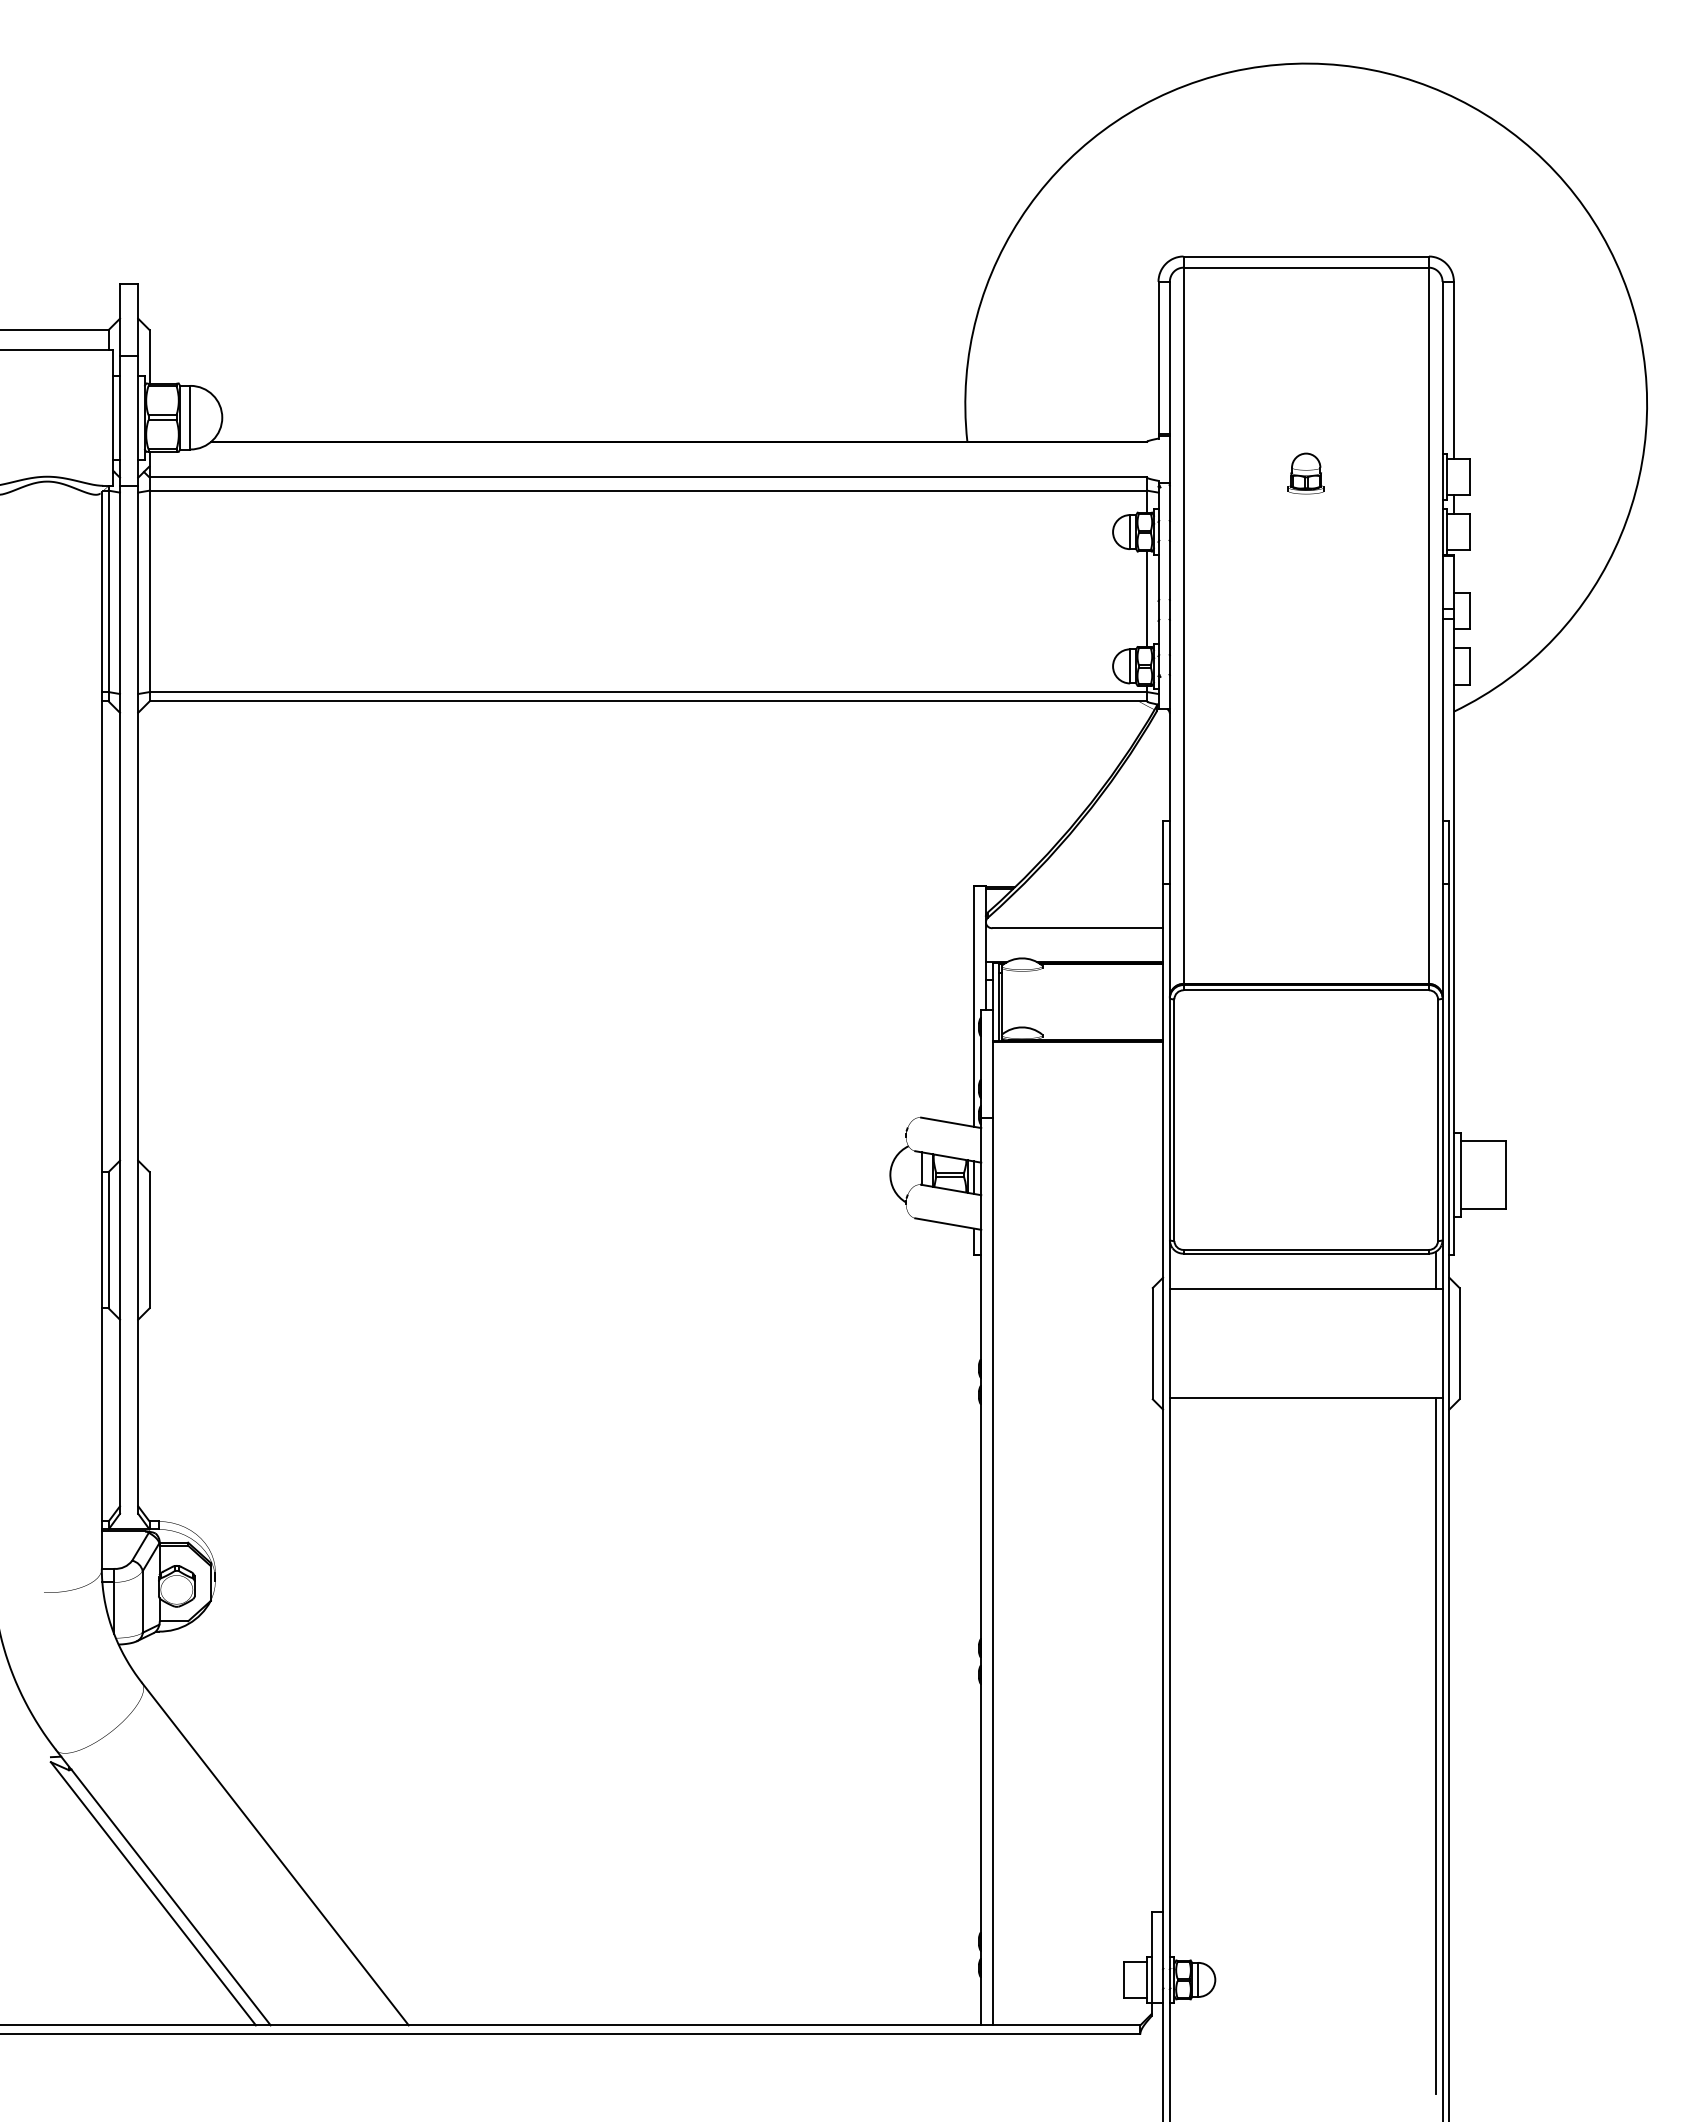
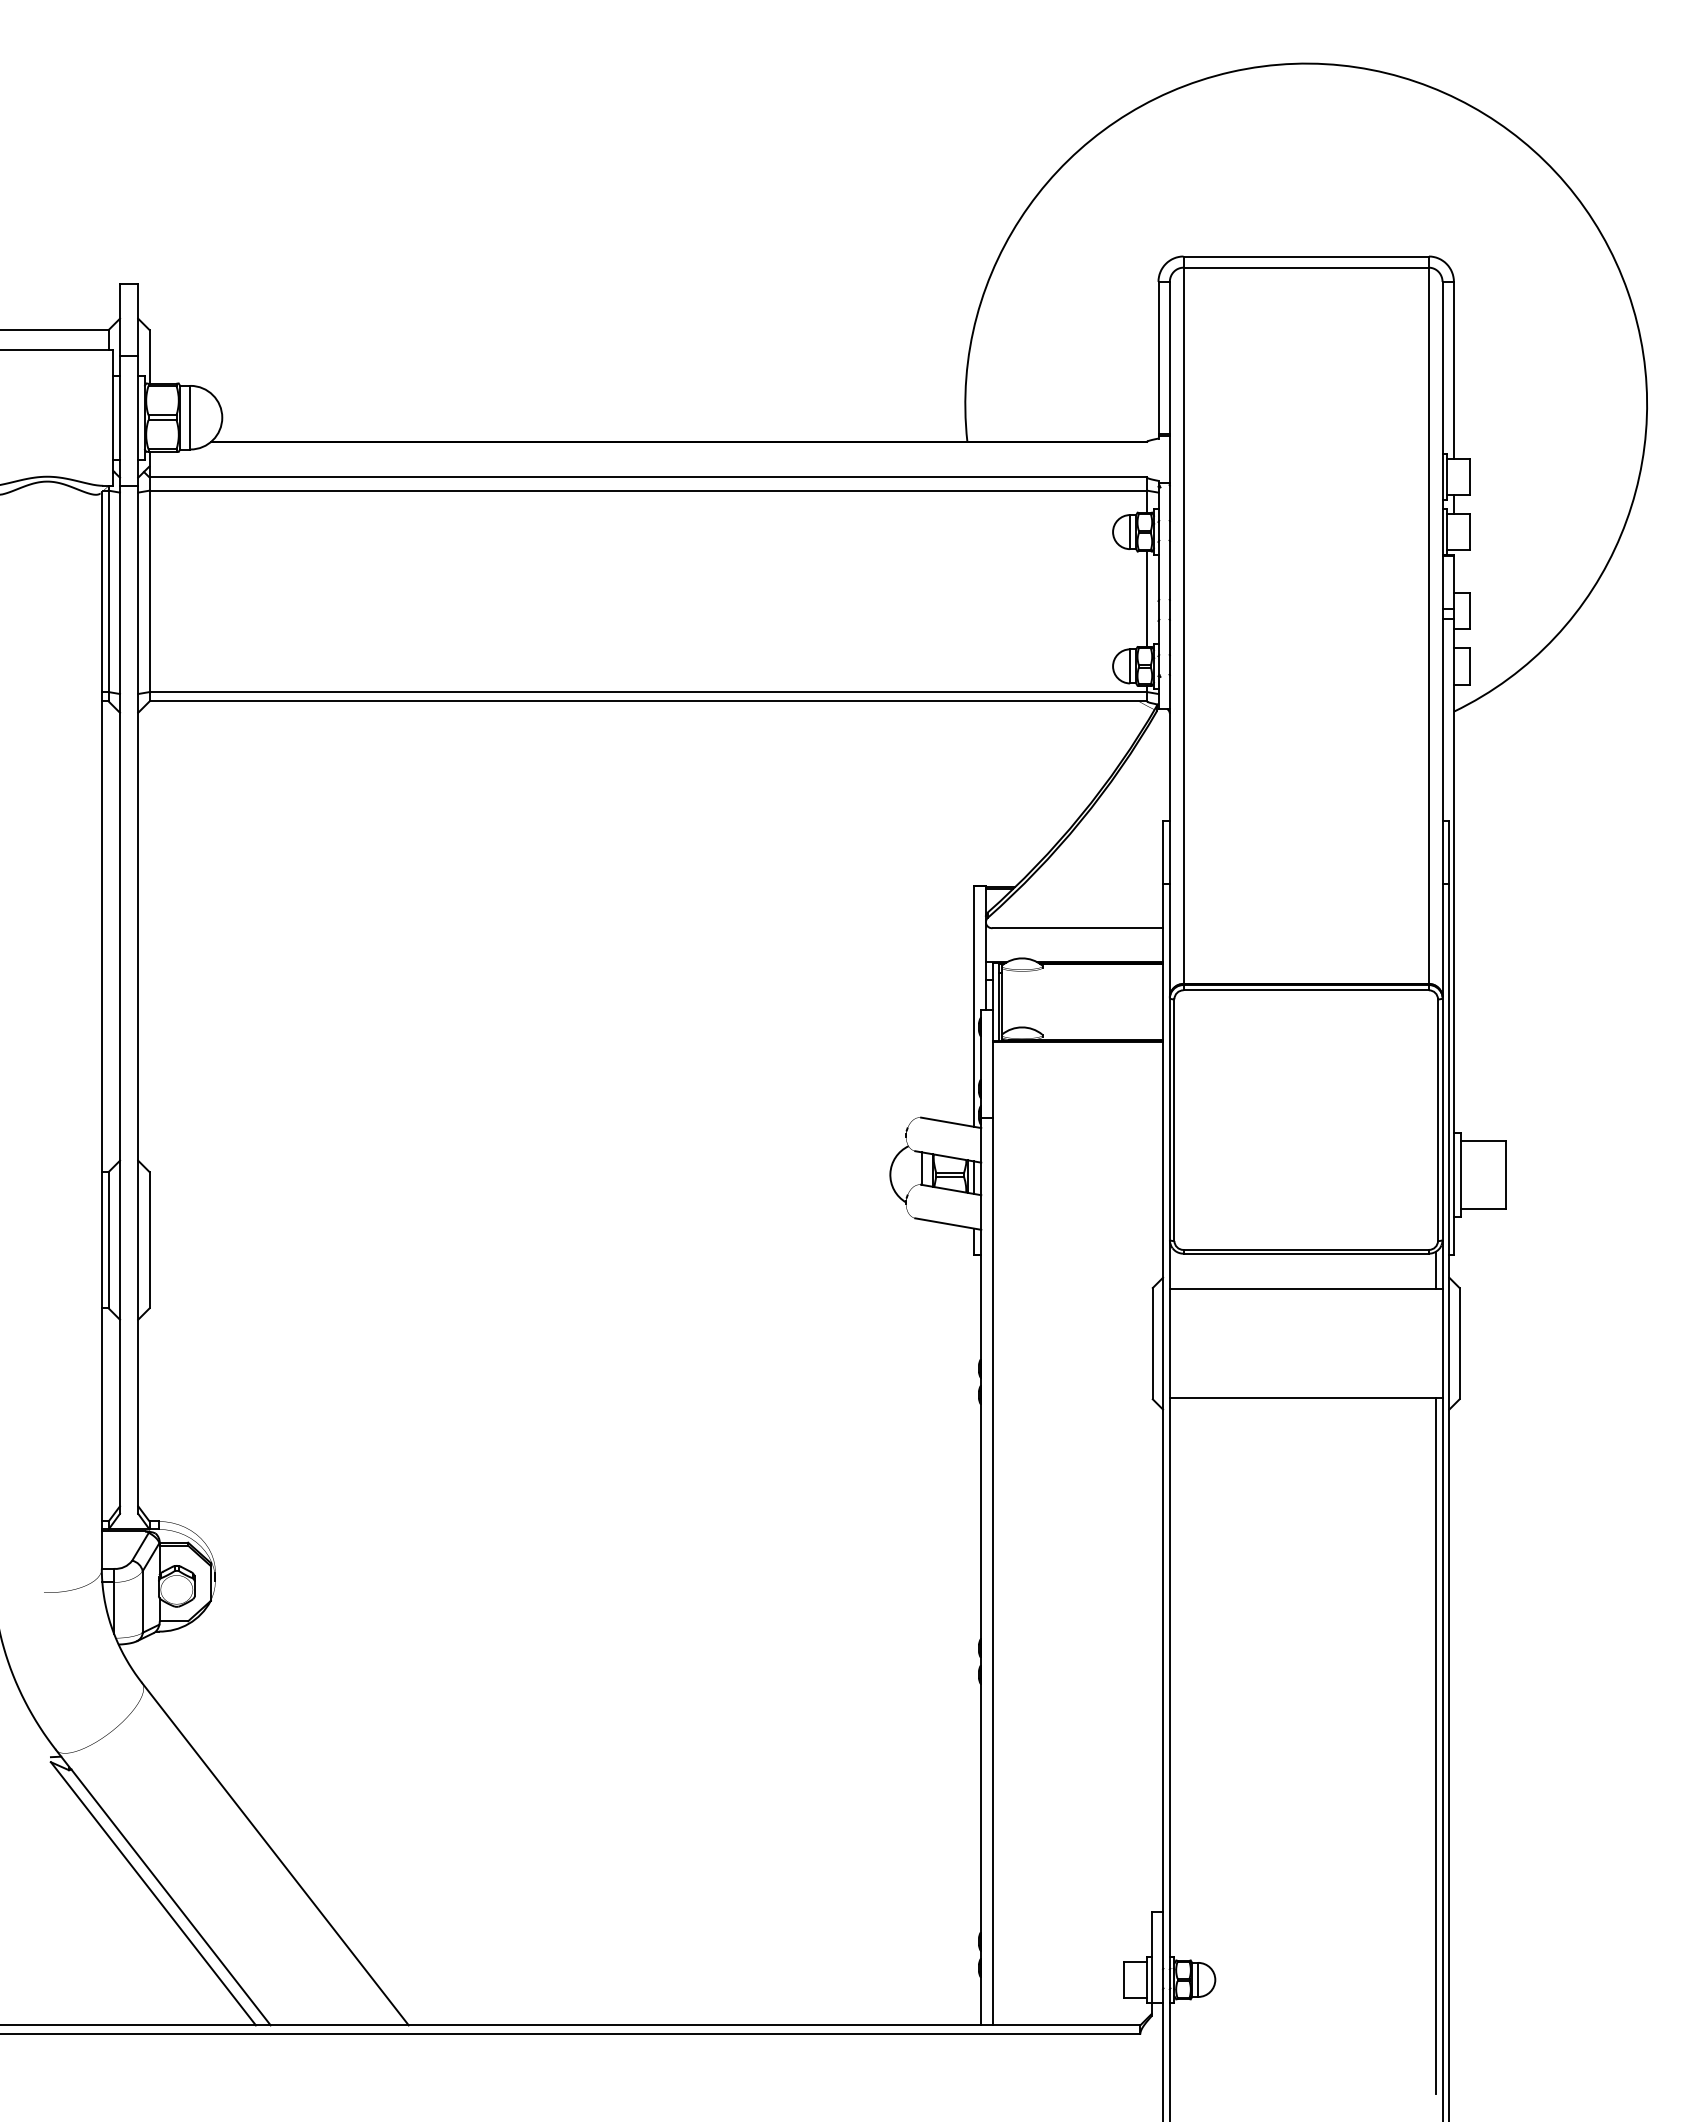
part at (1305, 473): present -> none
